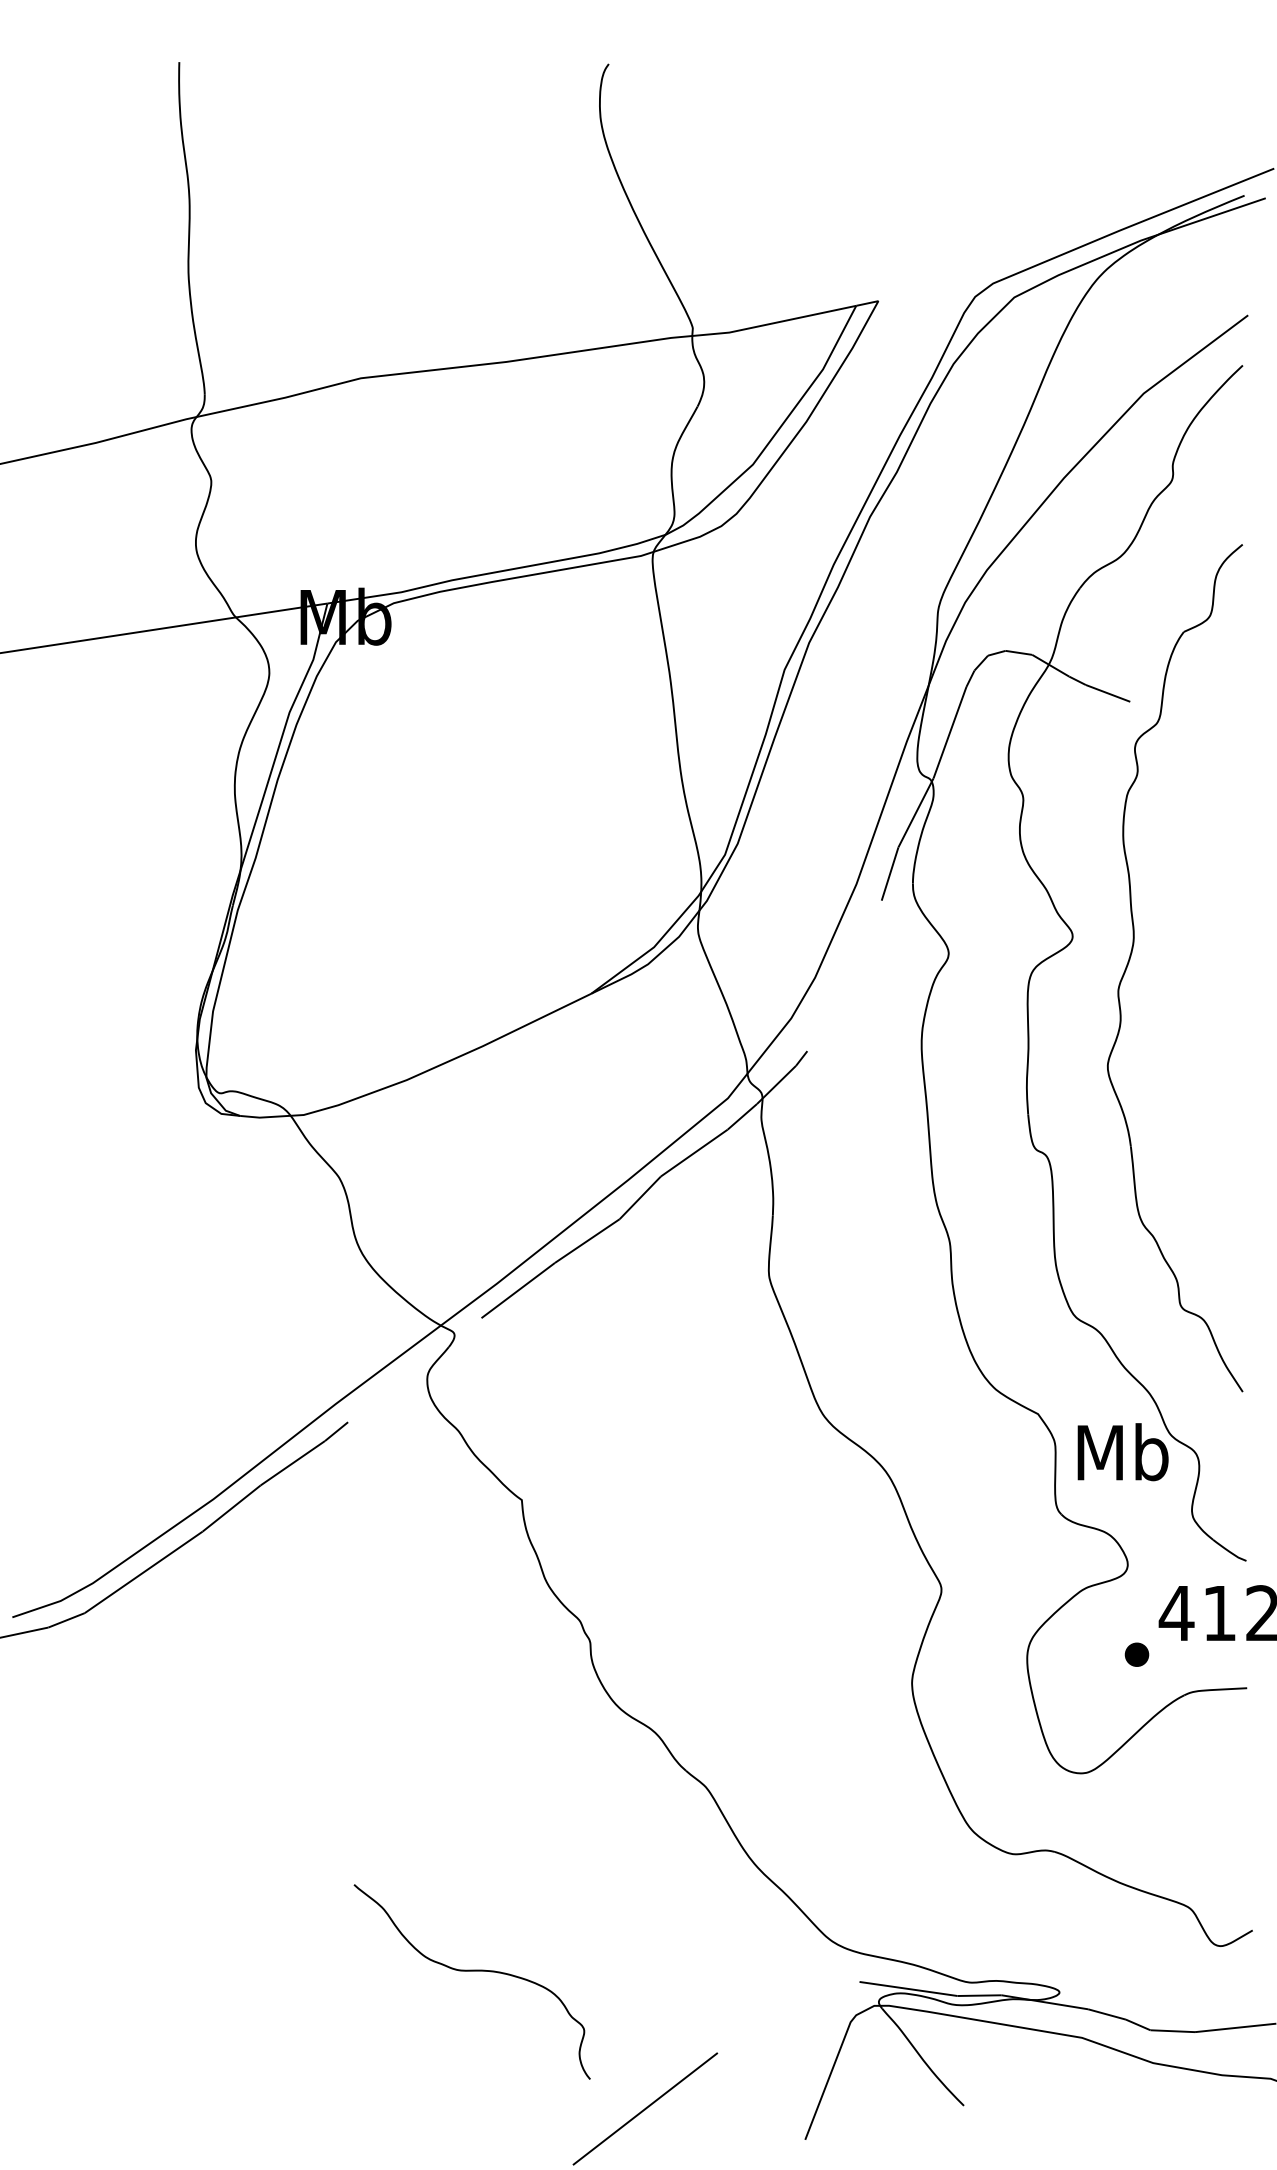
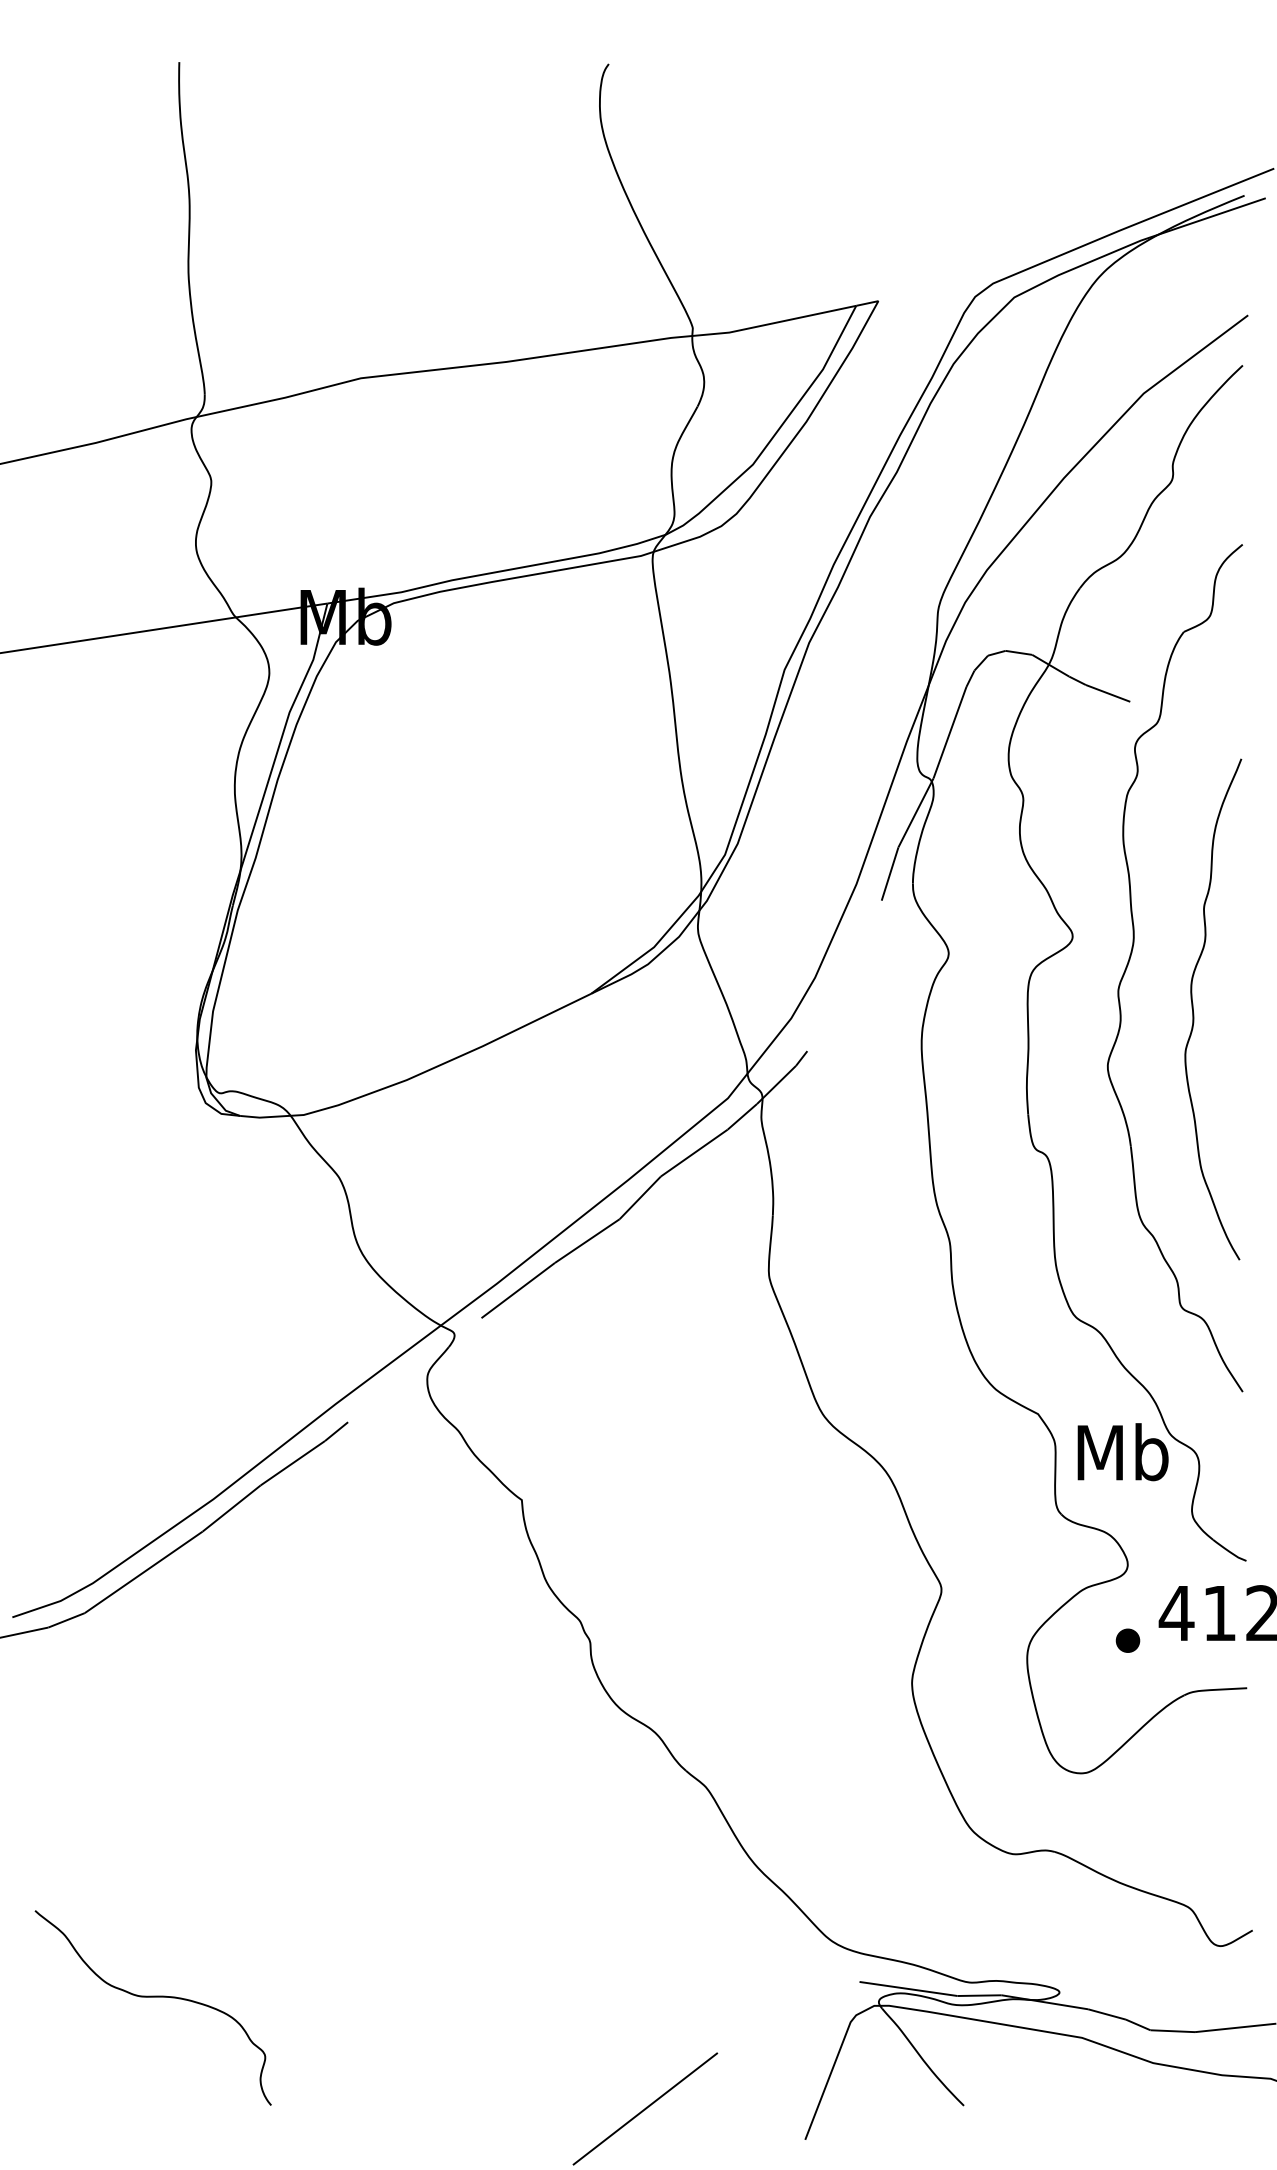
curve at (1194, 1013): none -> present
part at (1136, 1654) position: (1136, 1654) -> (1127, 1640)
curve at (471, 1971) position: (471, 1971) -> (152, 1997)
